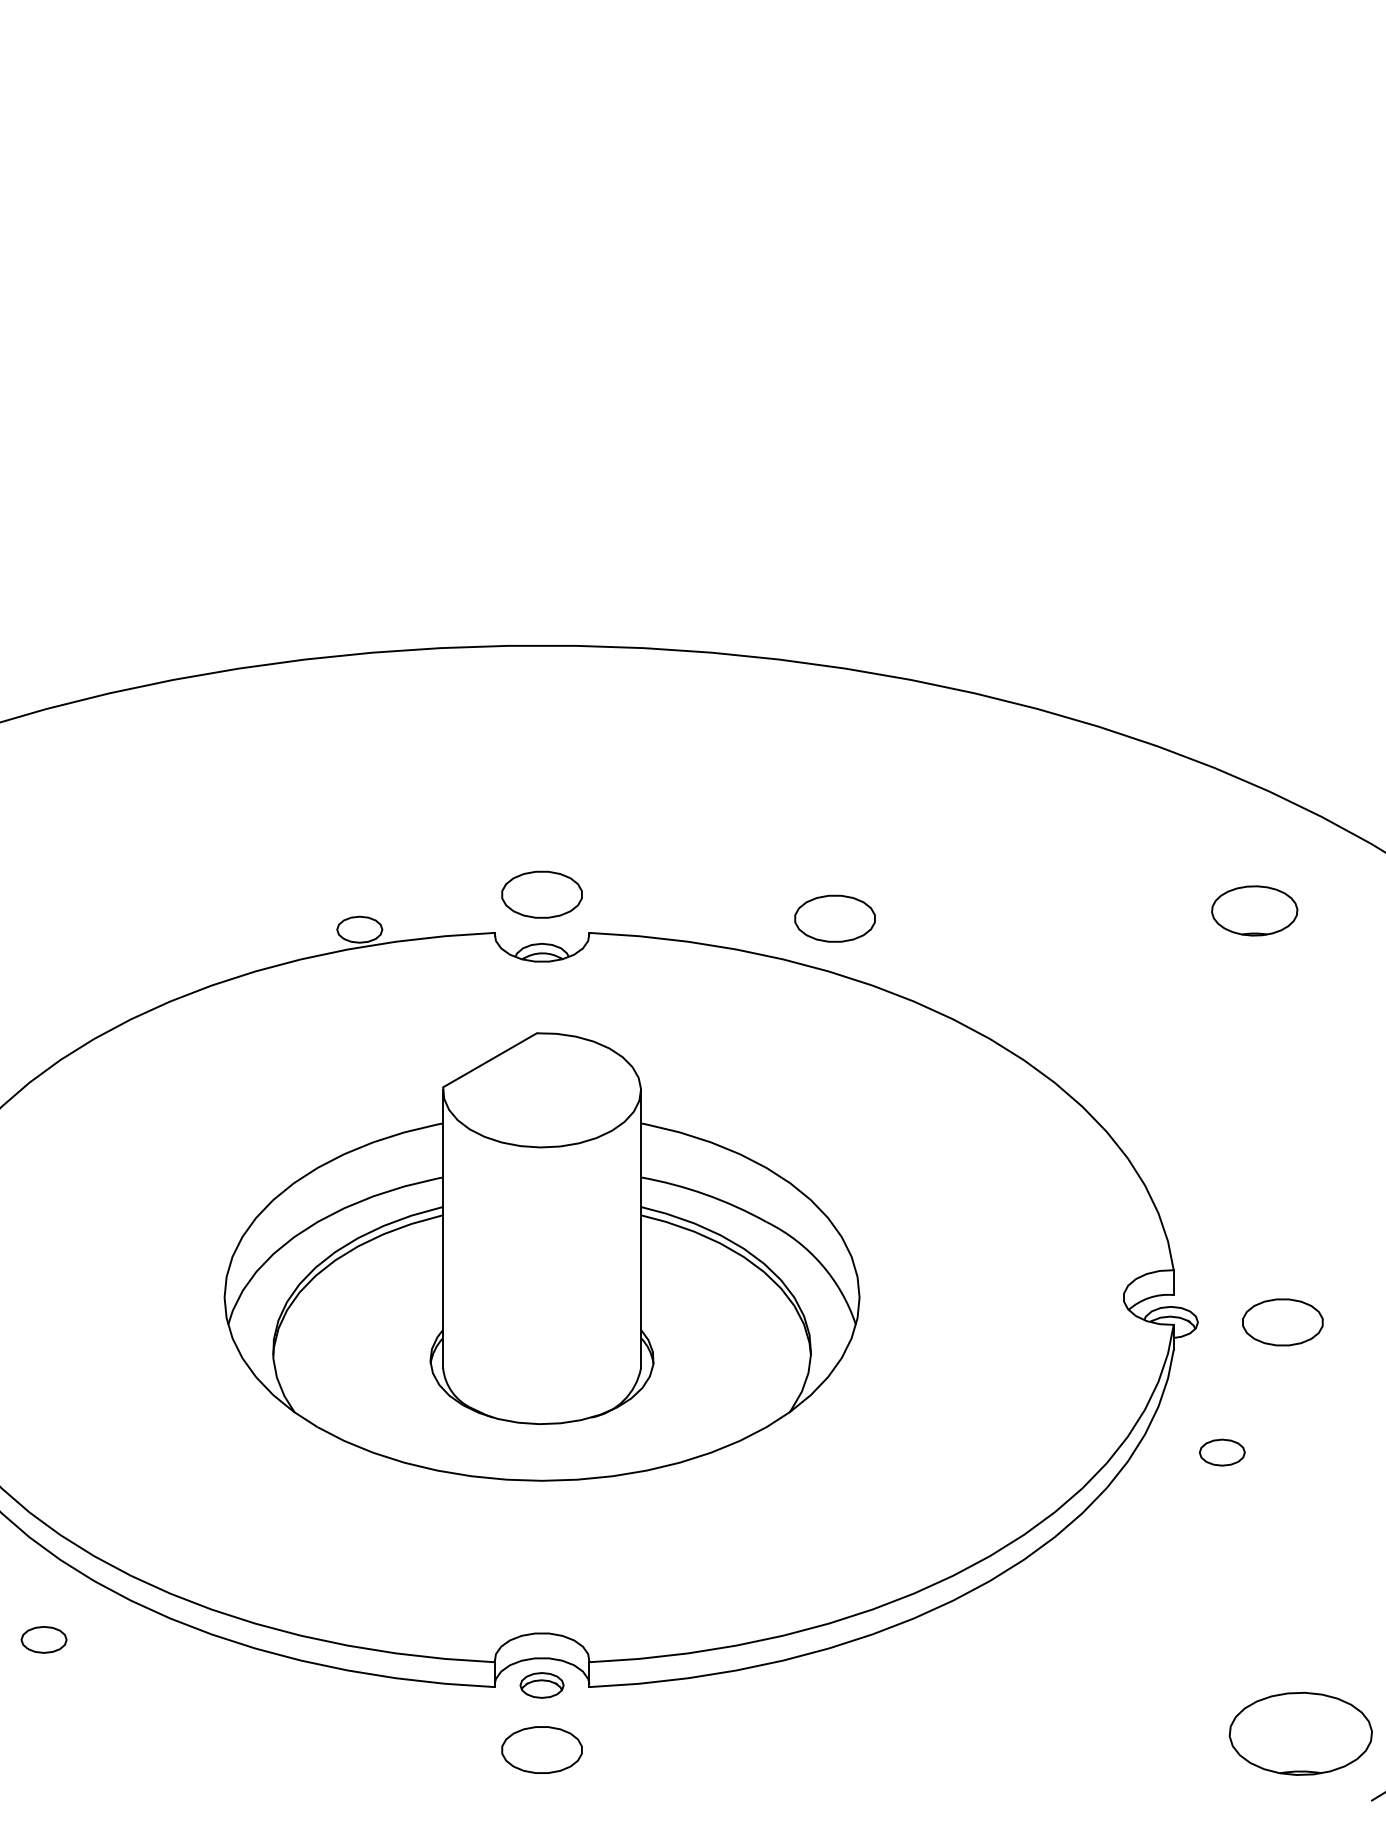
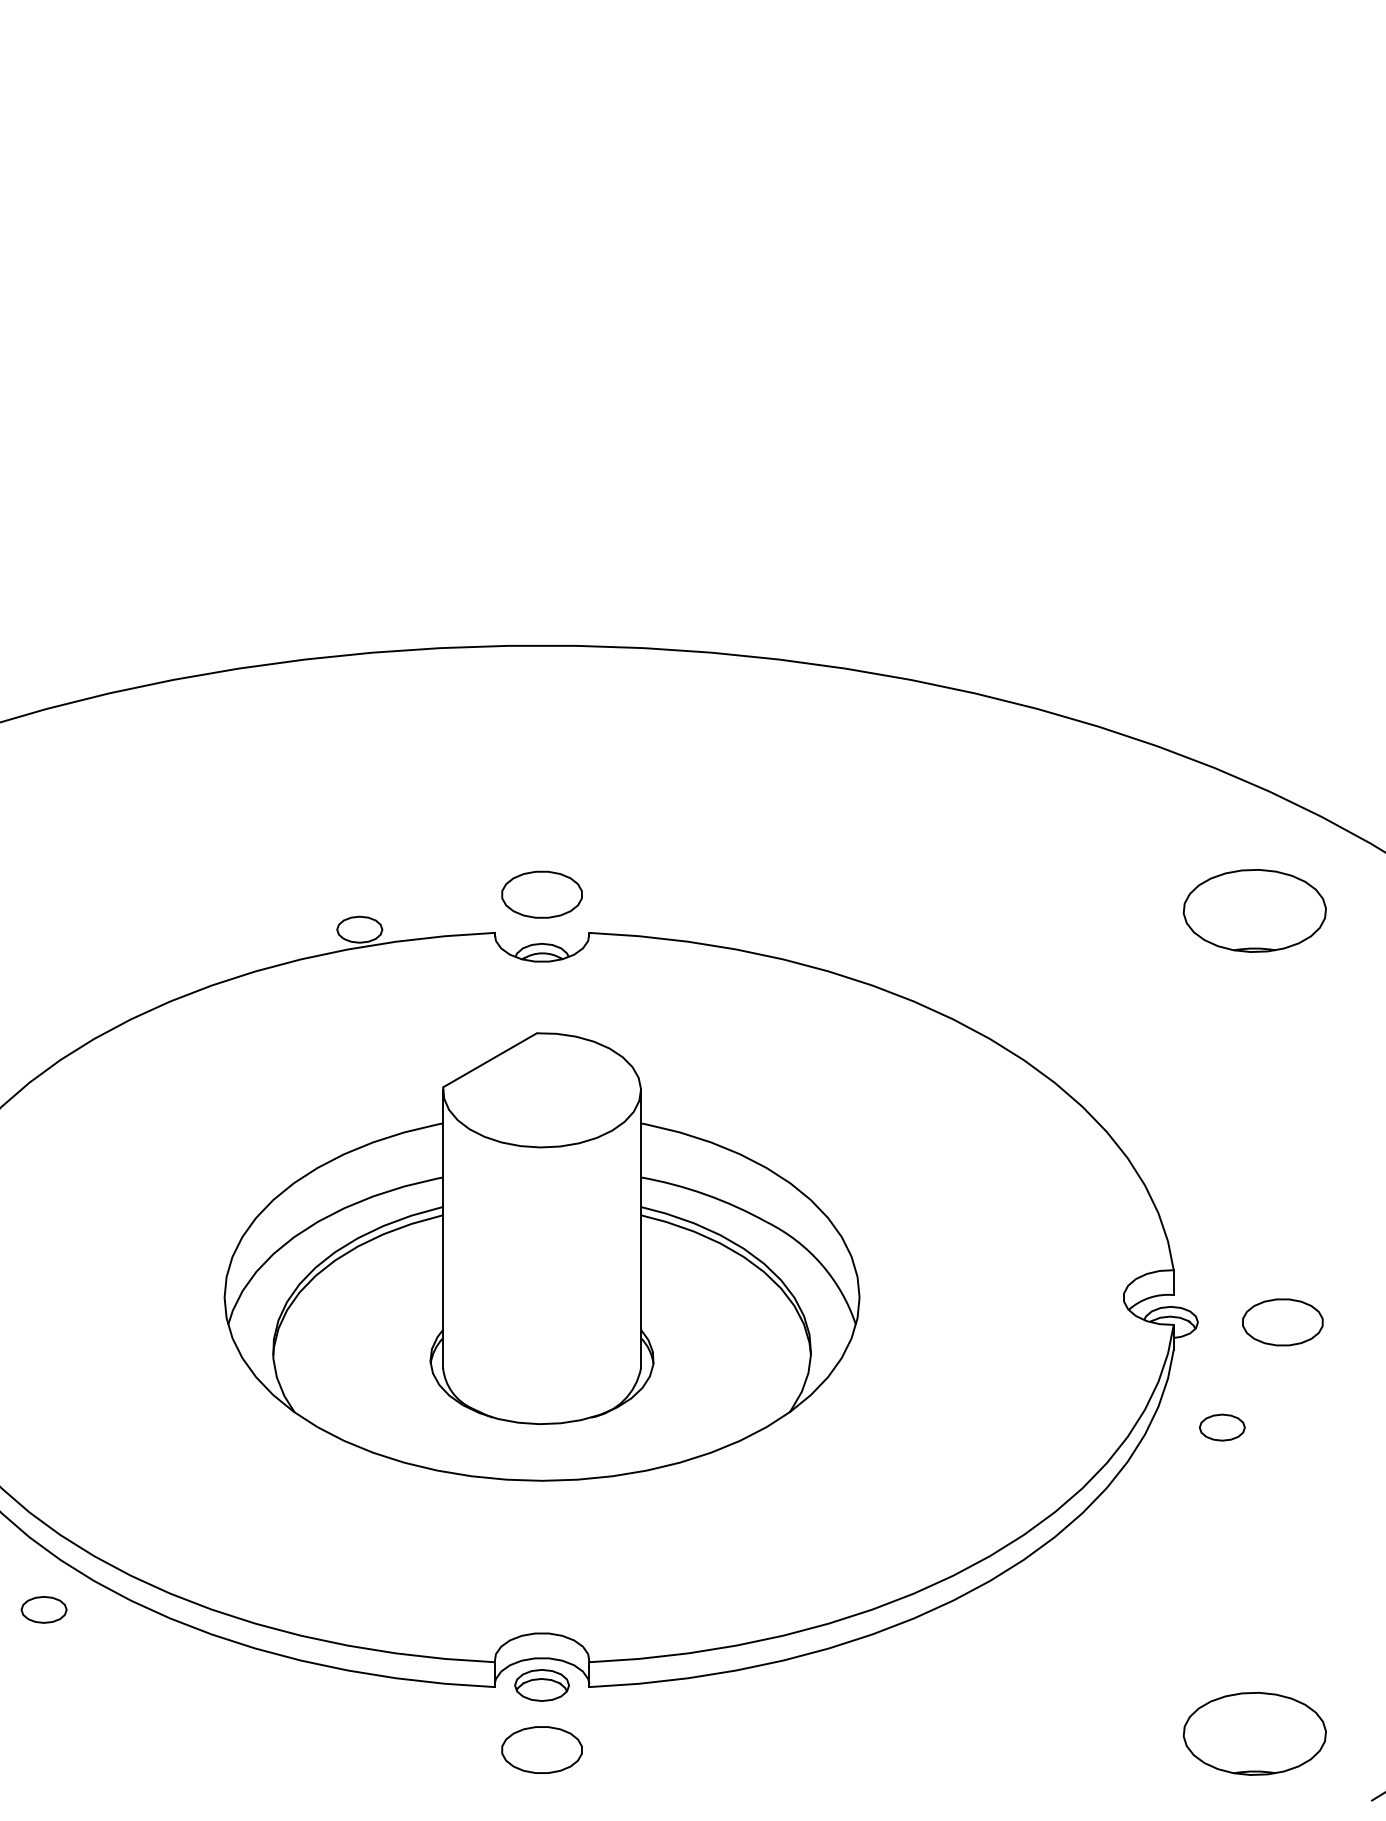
part at (1254, 910) size: 88x52 px -> 145x84 px
part at (834, 918): present -> none
part at (1221, 1452) position: (1221, 1452) -> (1221, 1427)
part at (43, 1639) position: (43, 1639) -> (43, 1609)
part at (541, 1685) size: 46x27 px -> 56x33 px
part at (1300, 1733) position: (1300, 1733) -> (1254, 1733)
